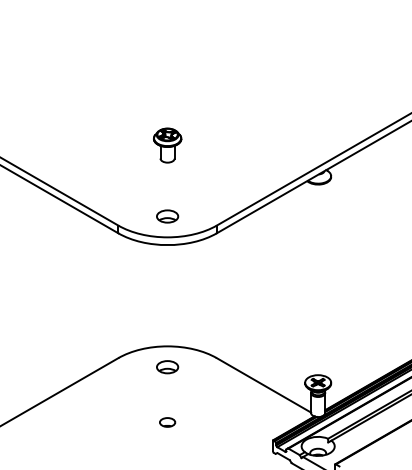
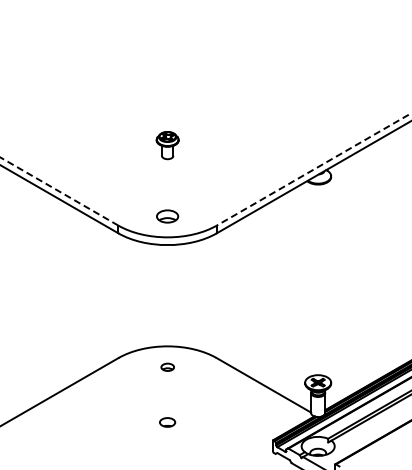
part at (167, 145) size: 30x37 px -> 25x30 px
line at (313, 169): solid -> dashed
line at (59, 191): solid -> dashed
part at (167, 367) size: 24x15 px -> 15x10 px
